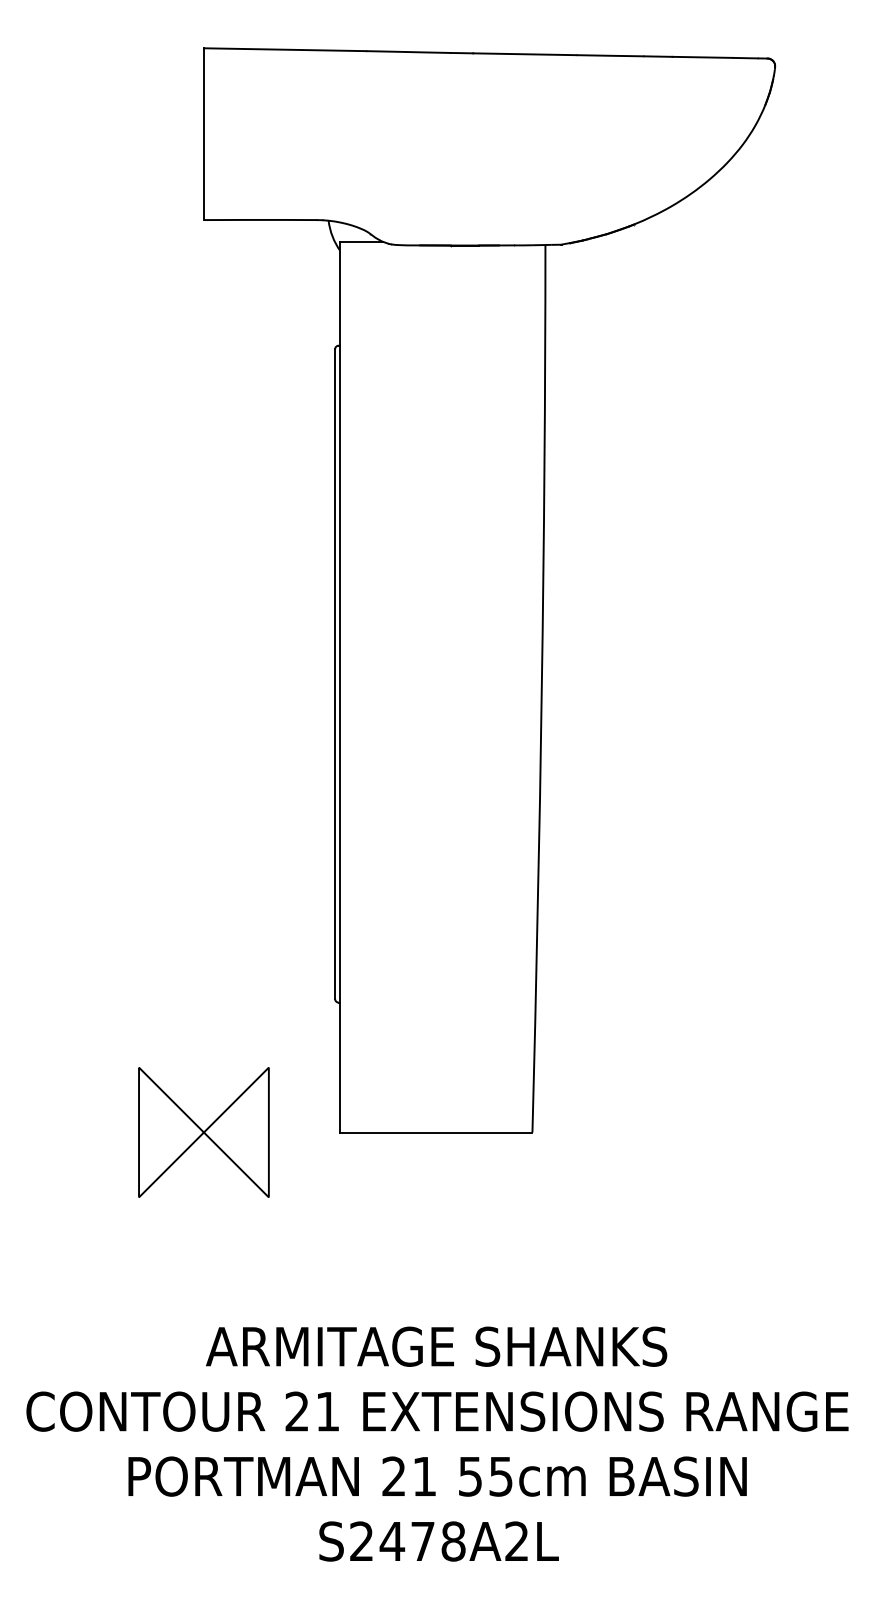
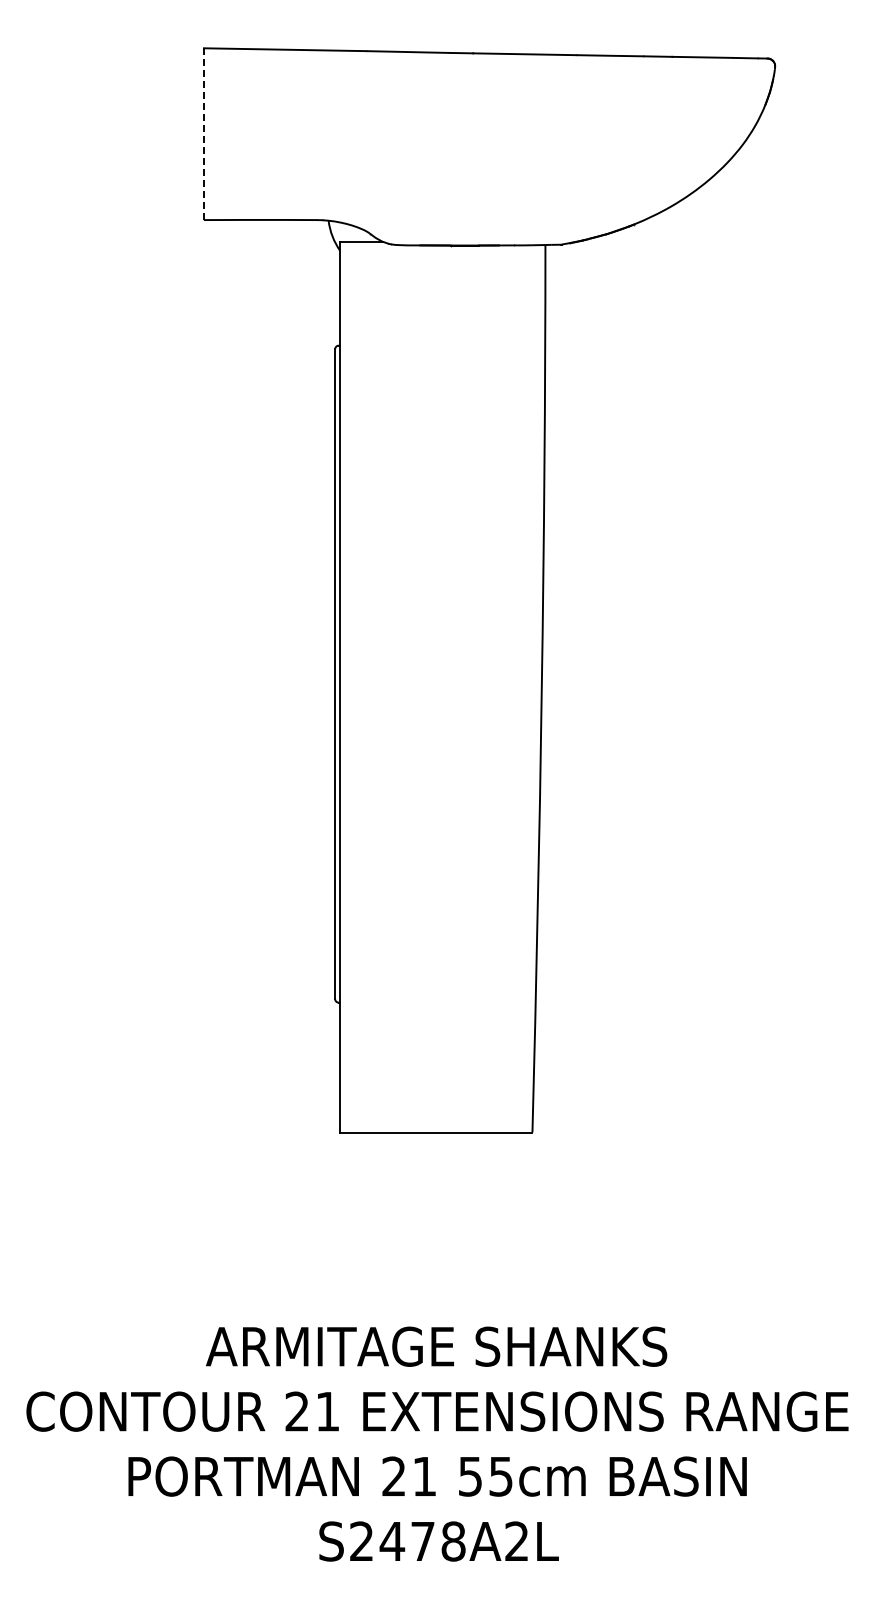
line at (203, 134): solid -> dashed
part at (203, 1132): present -> none
